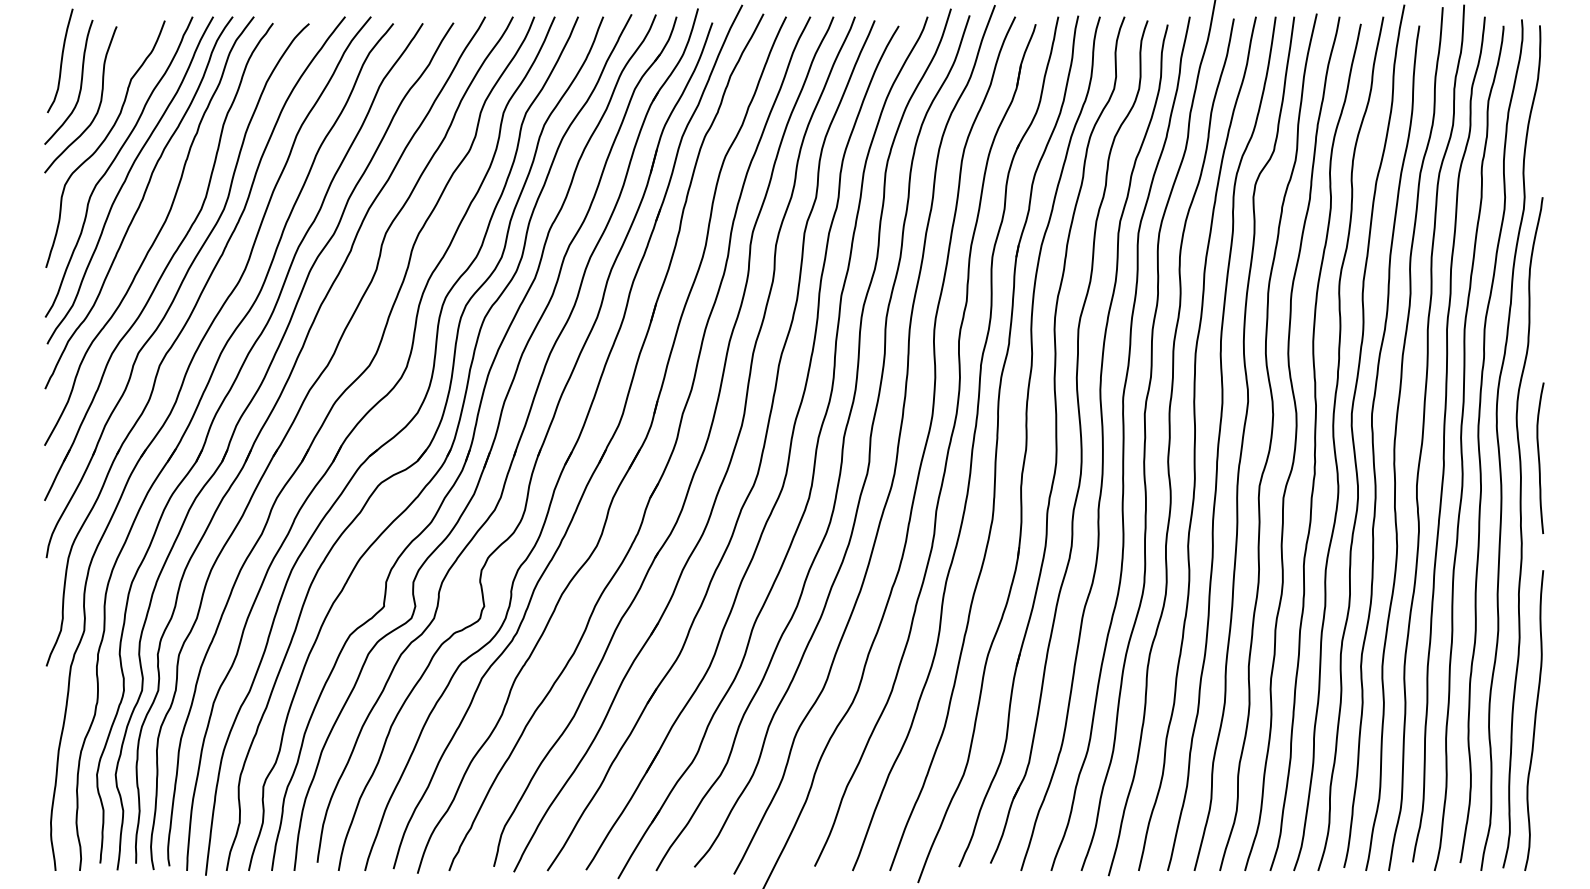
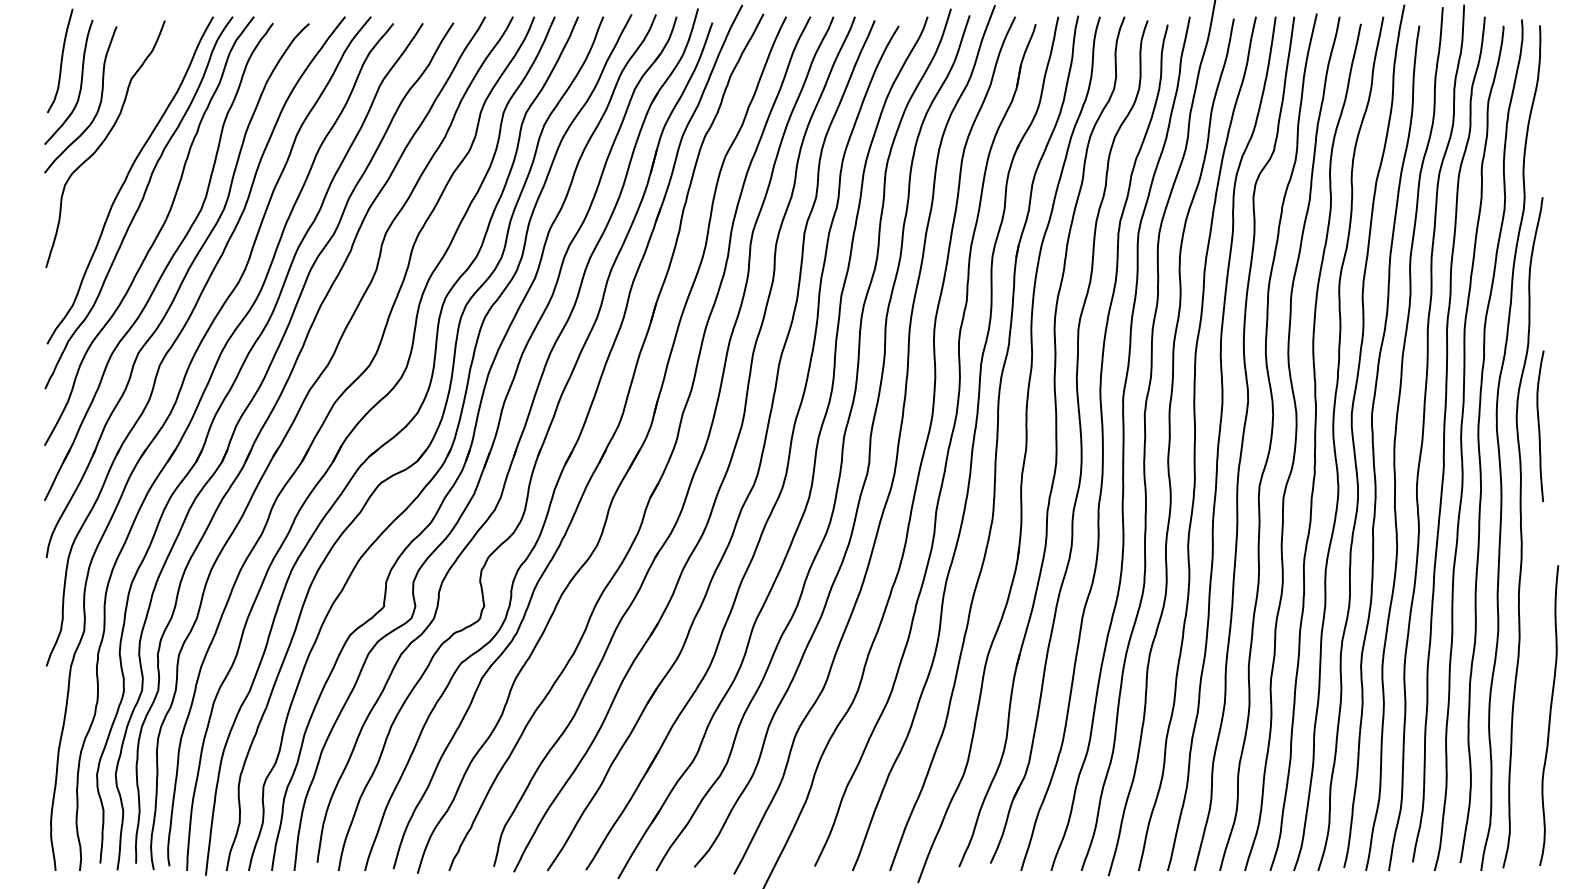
curve at (112, 164): present -> none
curve at (1539, 457) position: (1539, 457) -> (1539, 425)
curve at (1534, 720) position: (1534, 720) -> (1549, 715)
